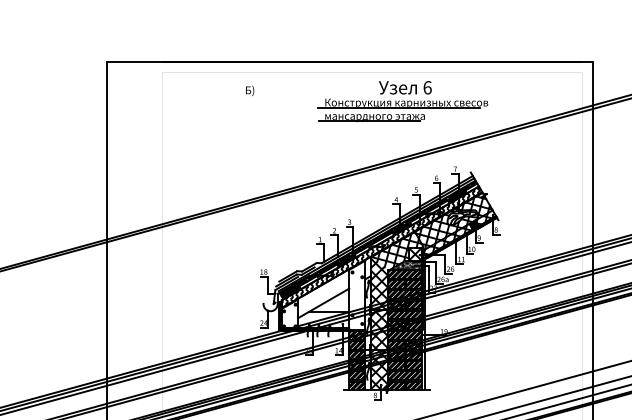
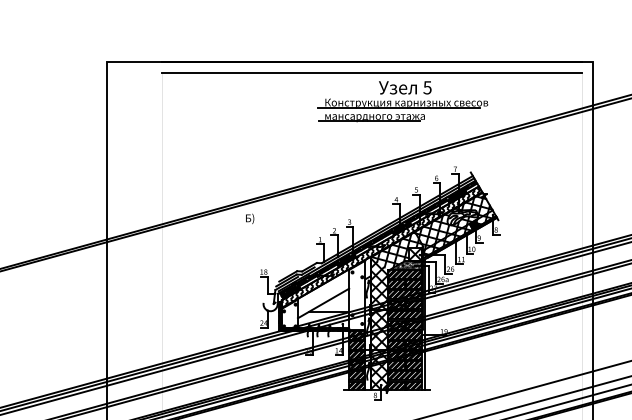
line at (372, 72): none -> present
text at (427, 87): 6 -> 5
text at (250, 90) position: (250, 90) -> (250, 218)
